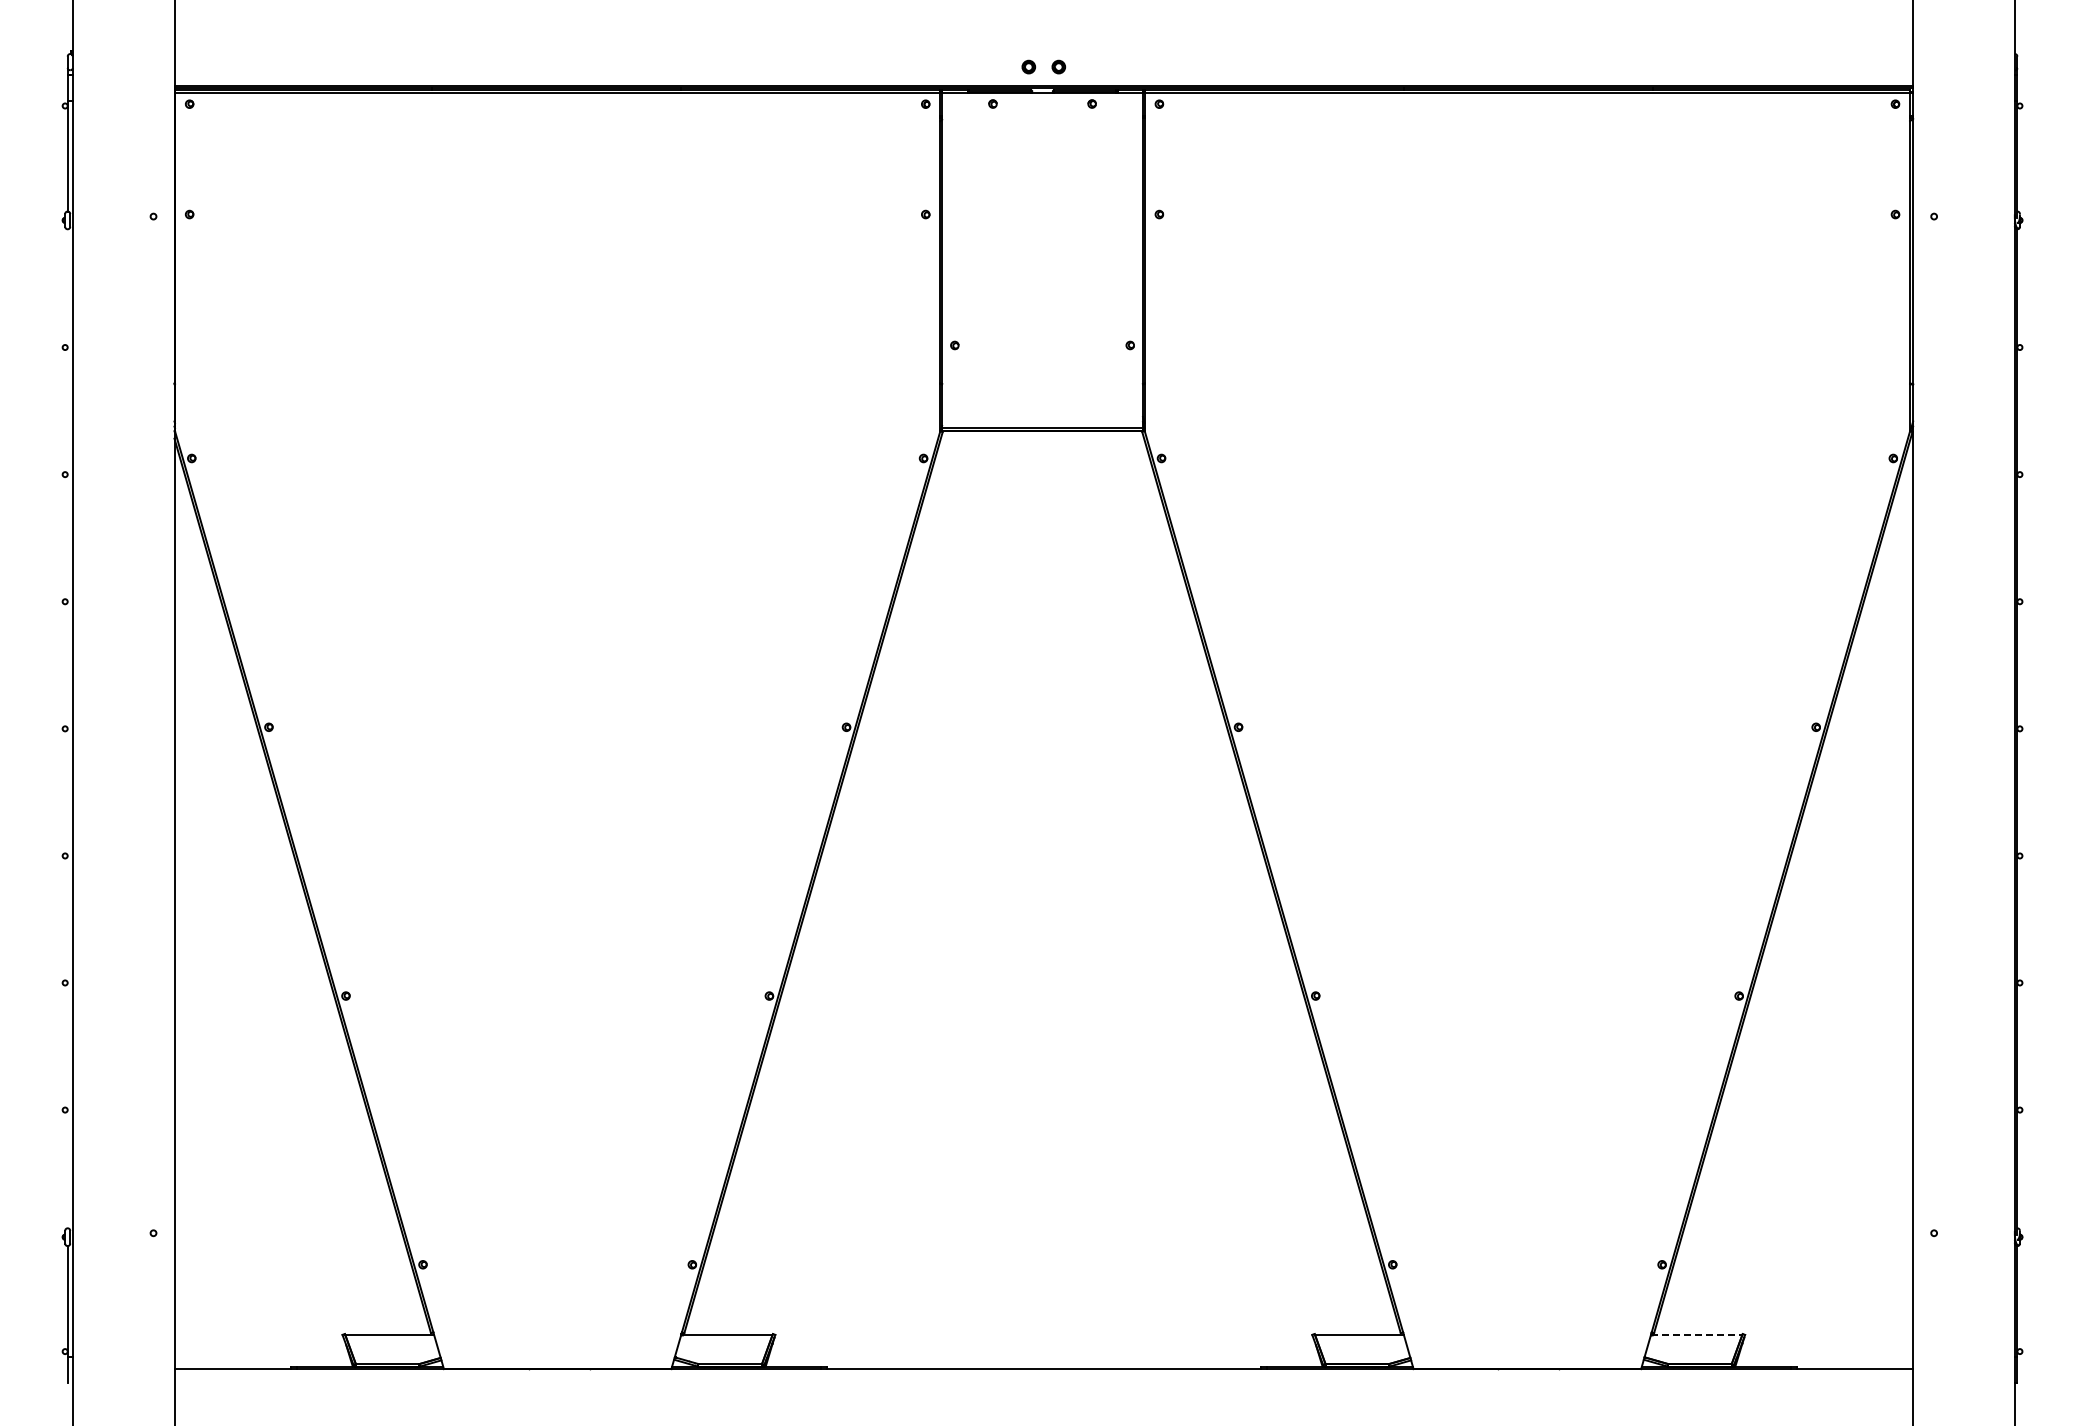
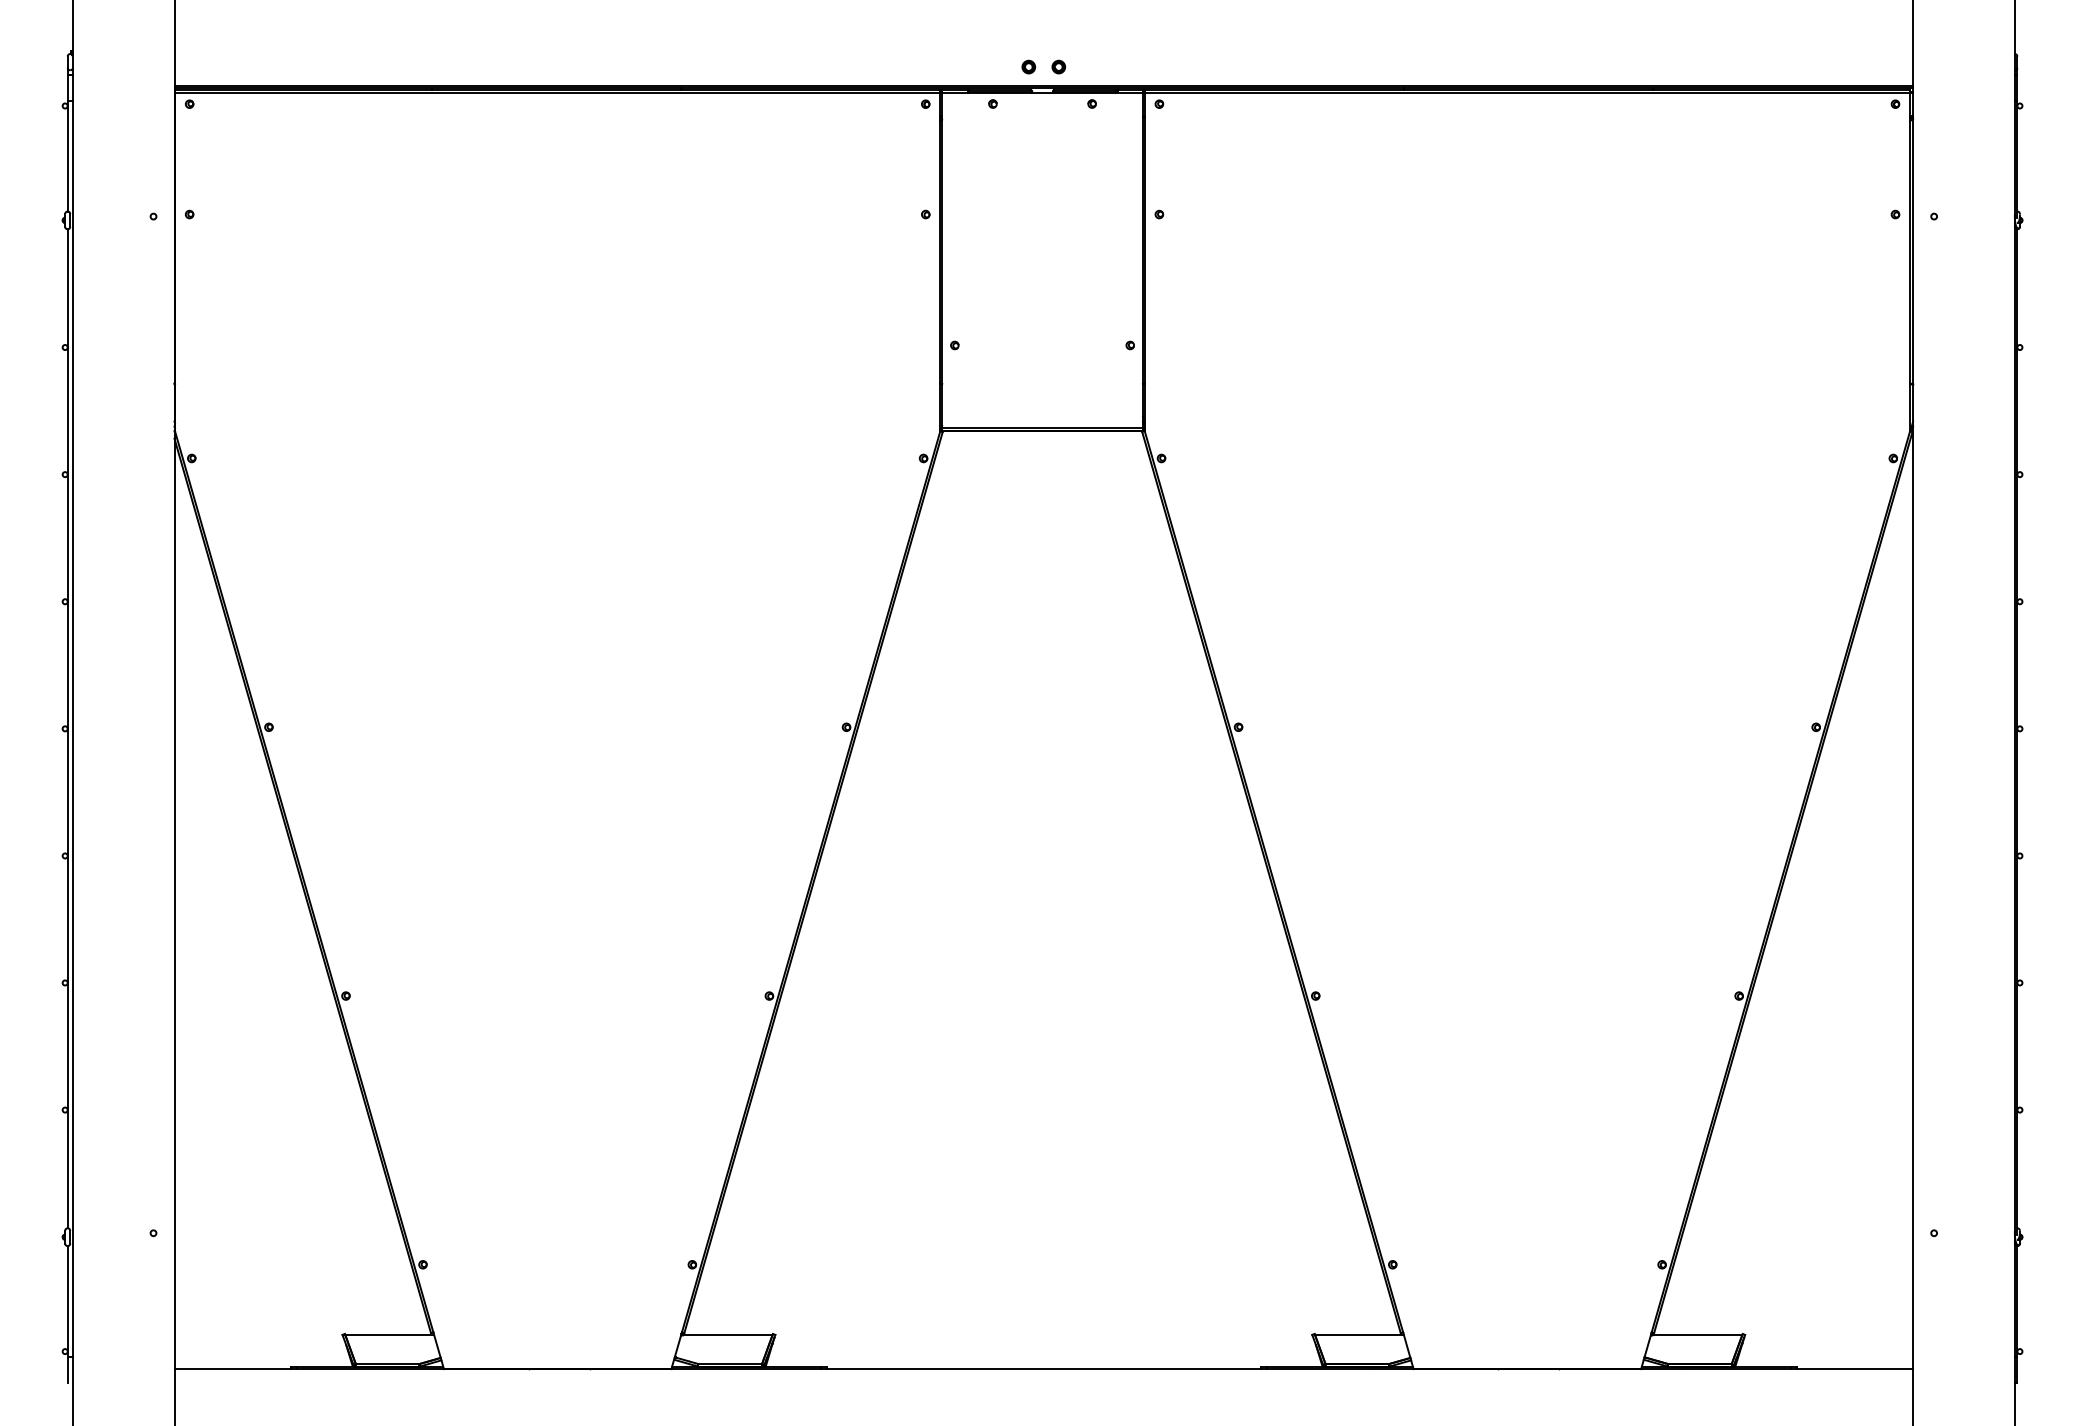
line at (67, 728): none -> present
line at (1696, 1335): dashed -> solid
